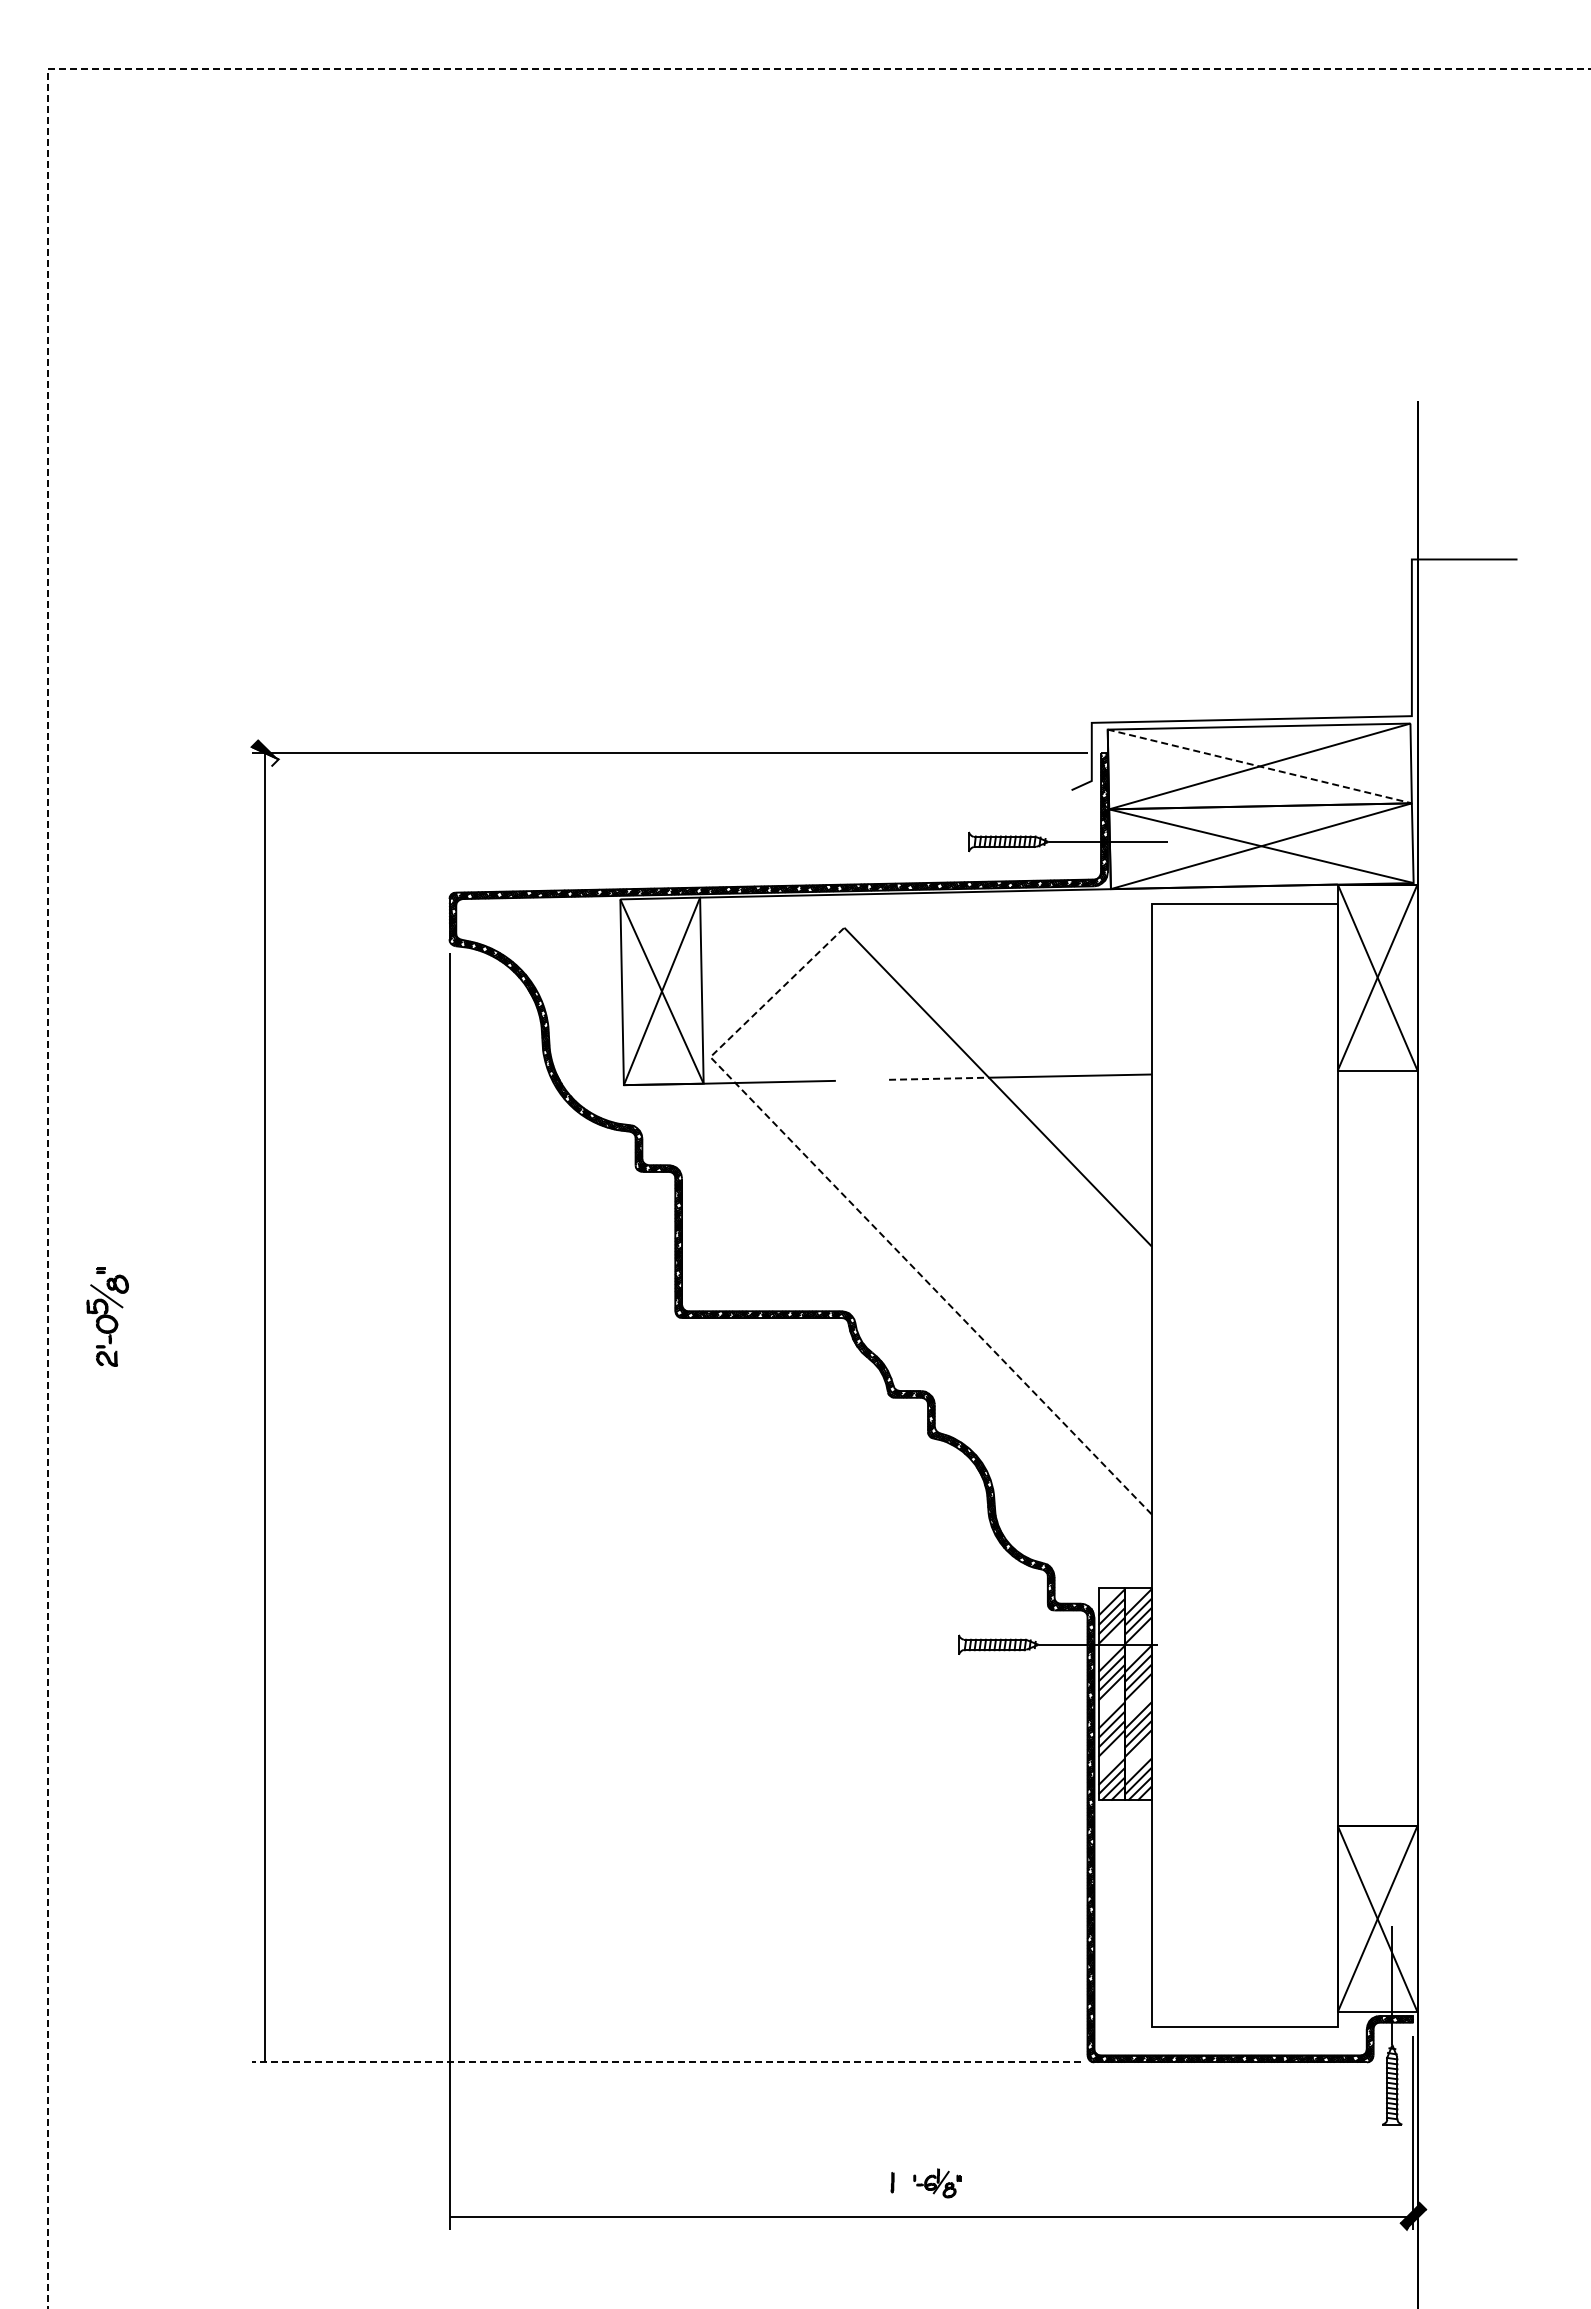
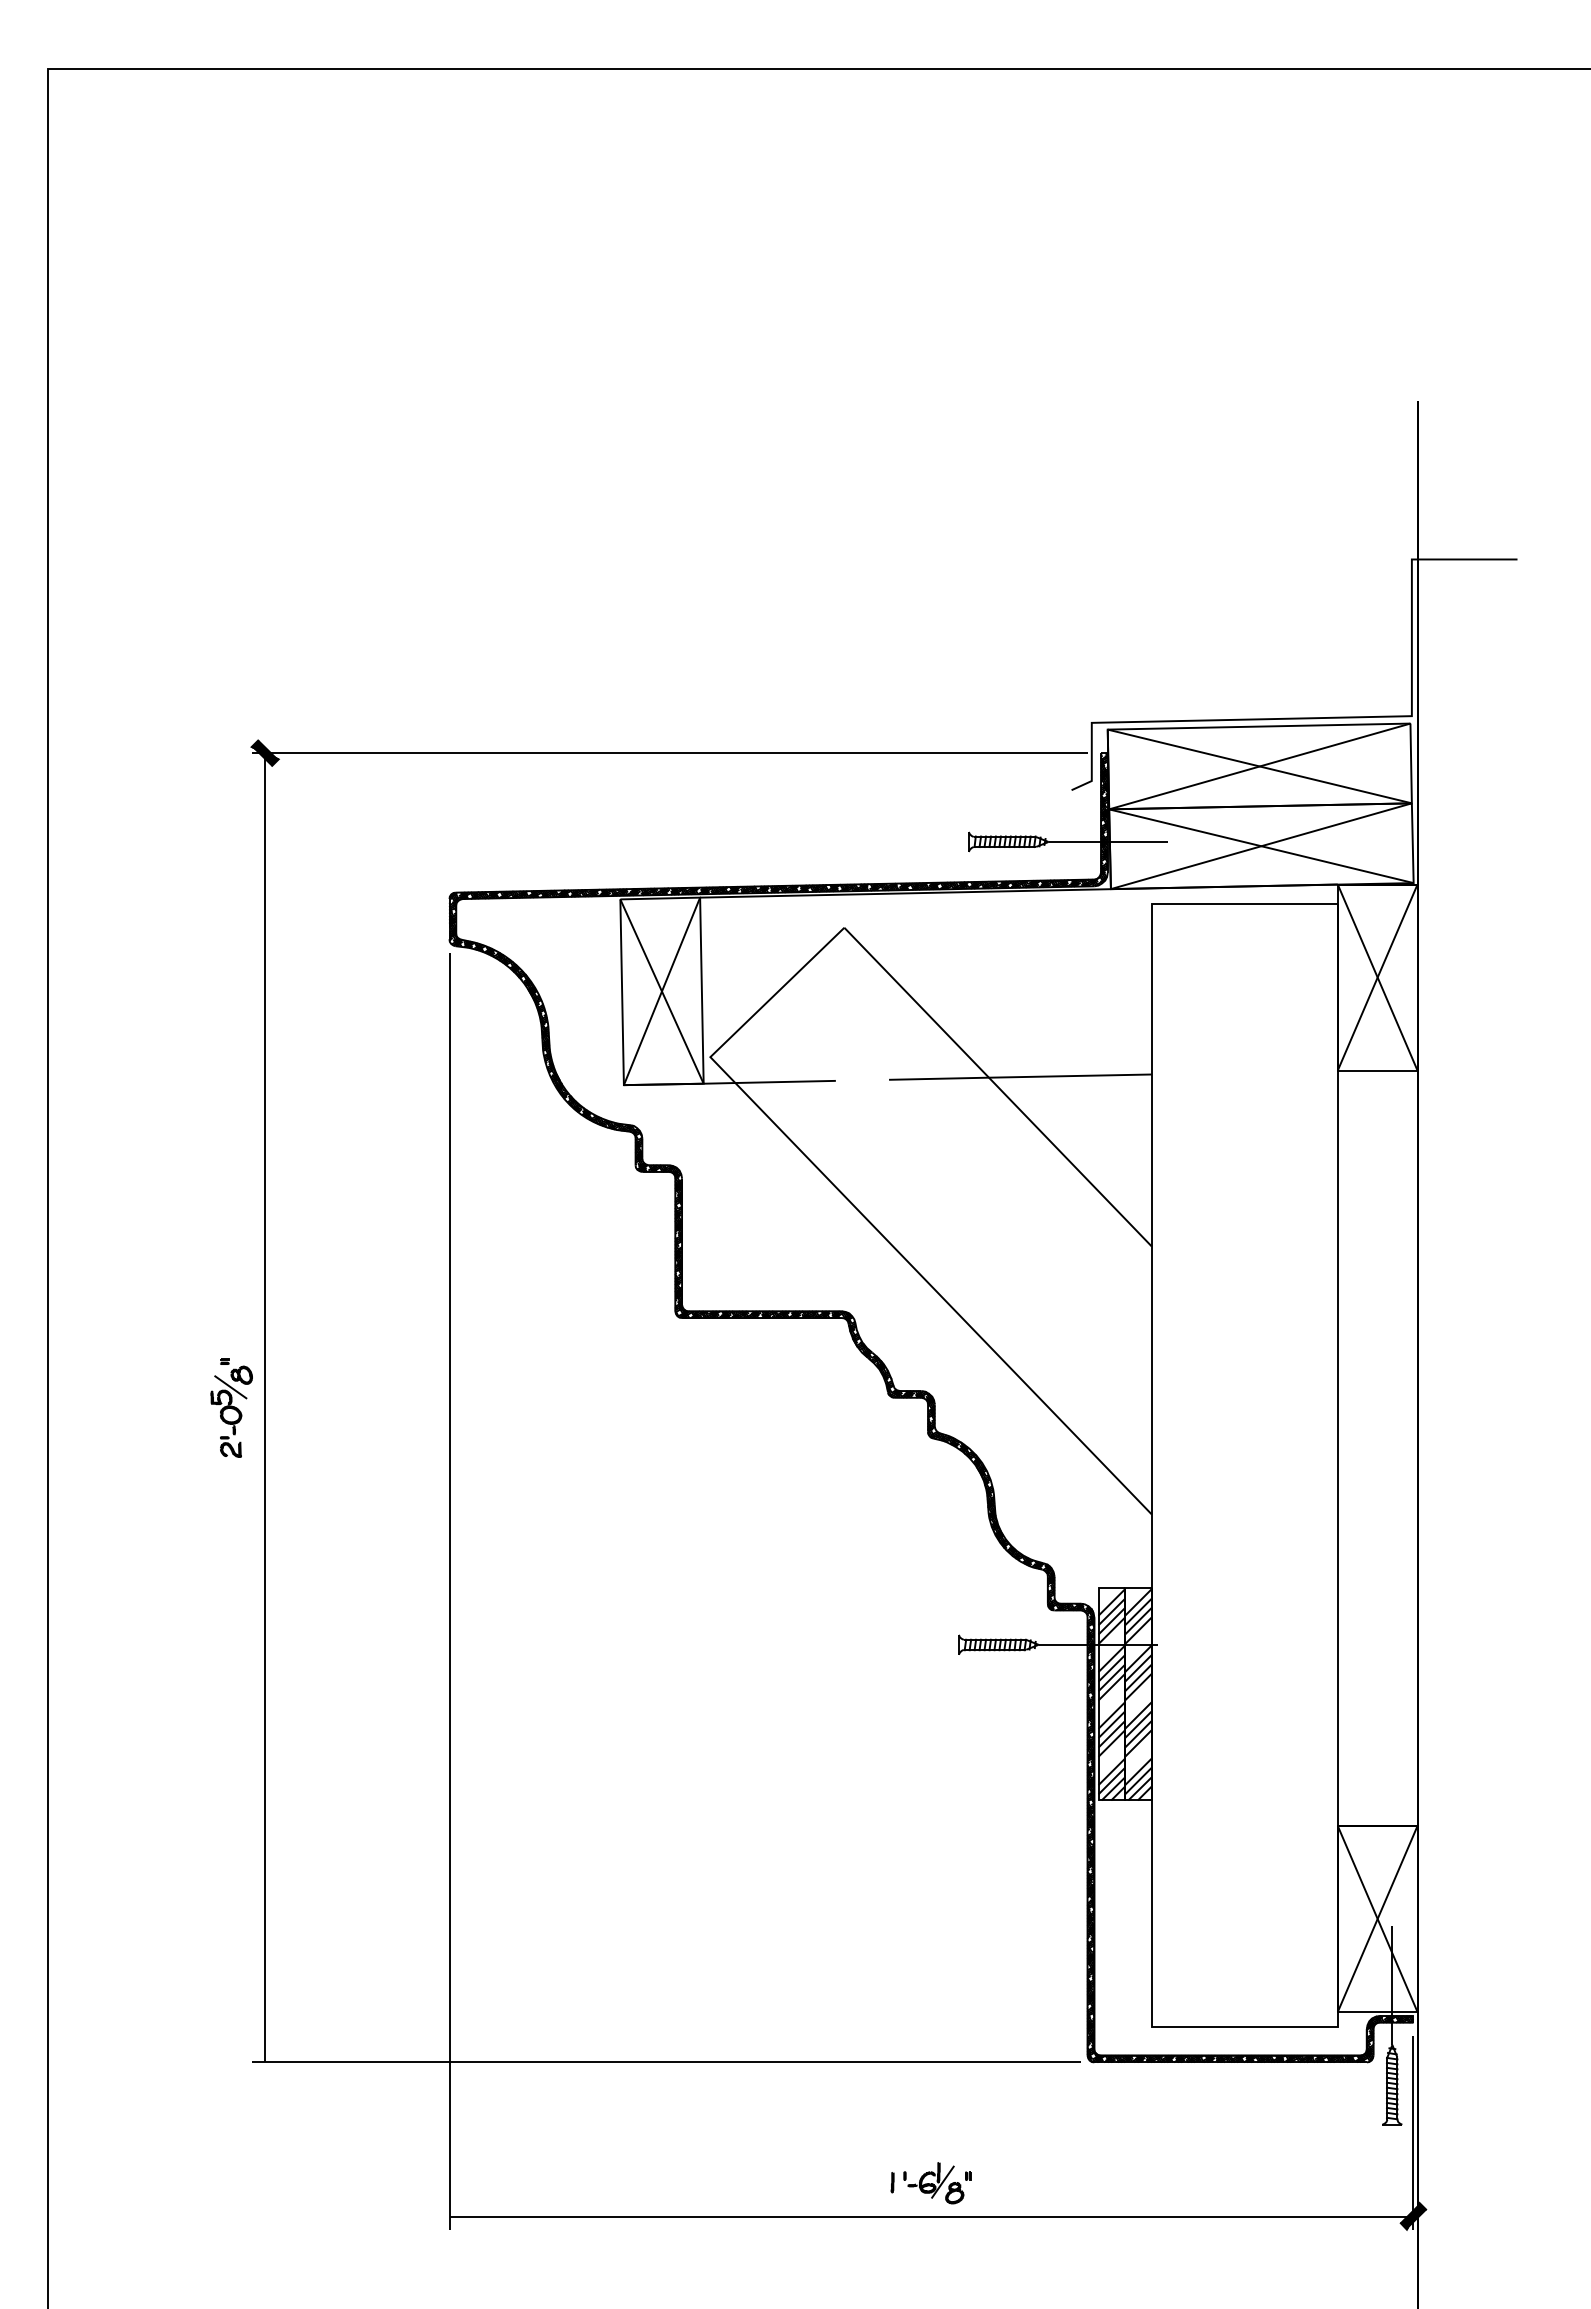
line at (47, 417): dashed -> solid
fill at (264, 756): none -> present
line at (1260, 766): dashed -> solid
line at (939, 1078): dashed -> solid
line at (865, 1218): dashed -> solid
part at (107, 1316) position: (107, 1316) -> (231, 1407)
line at (665, 2062): dashed -> solid
part at (937, 2183) size: 49x31 px -> 69x43 px
